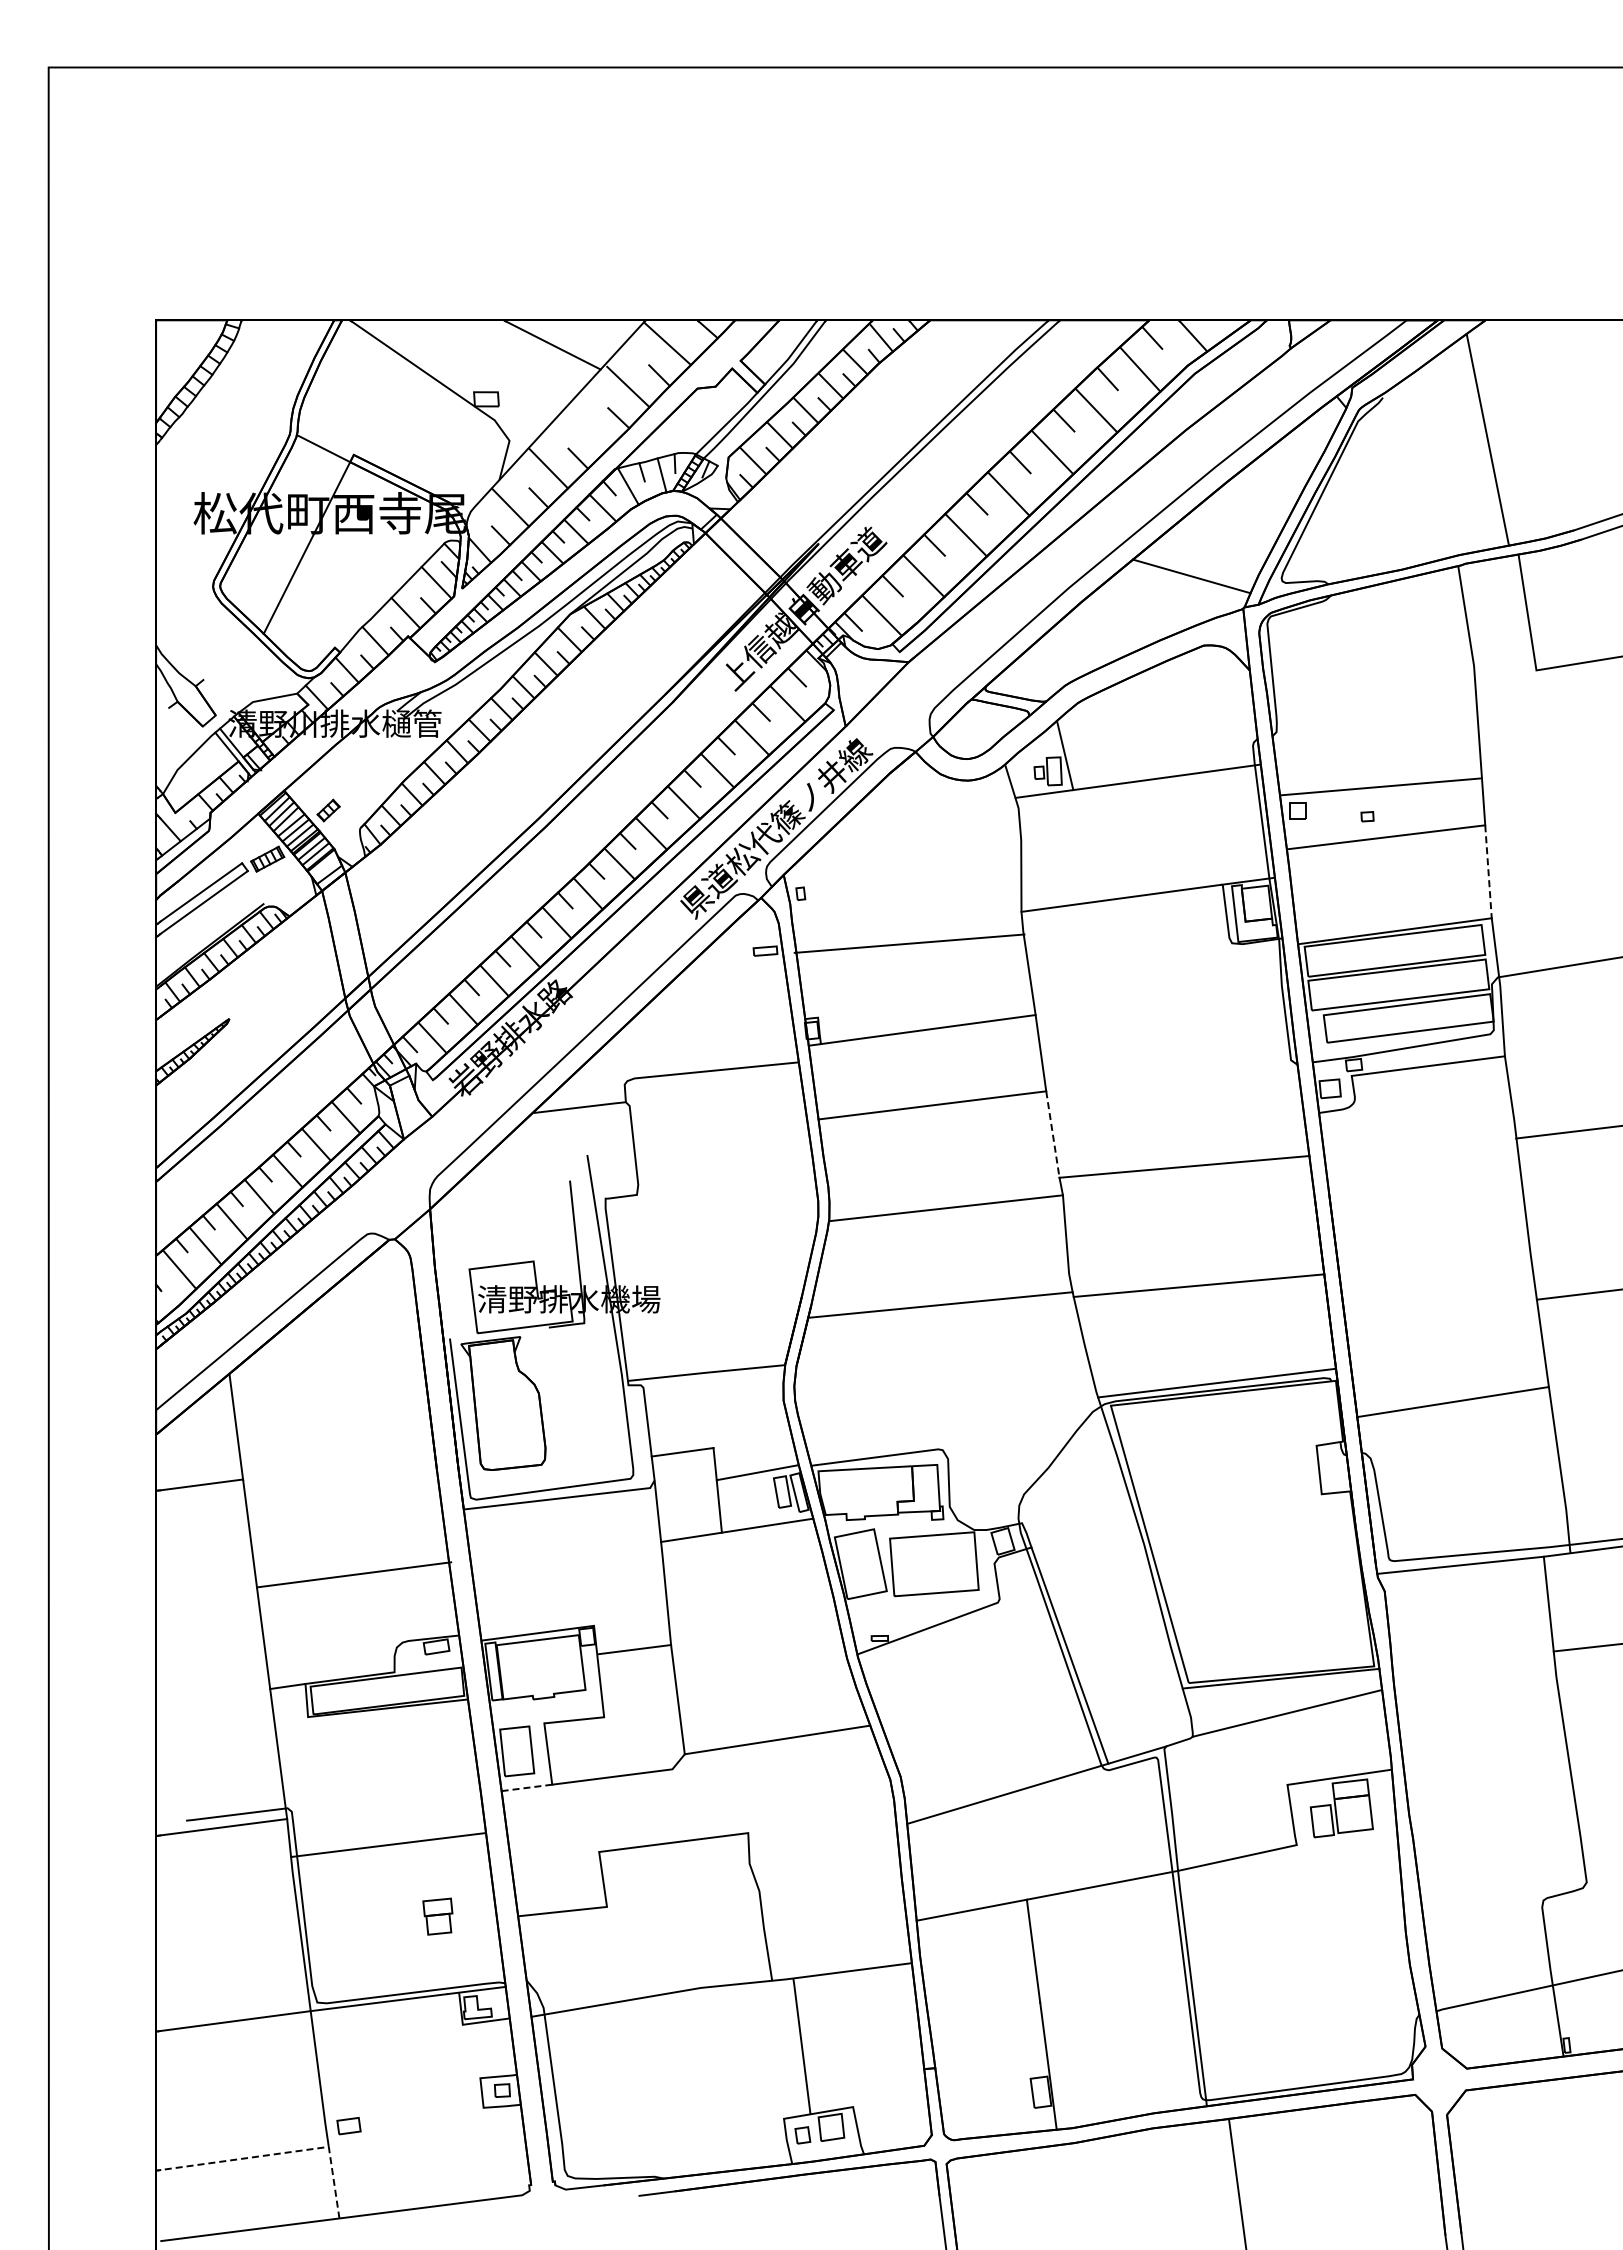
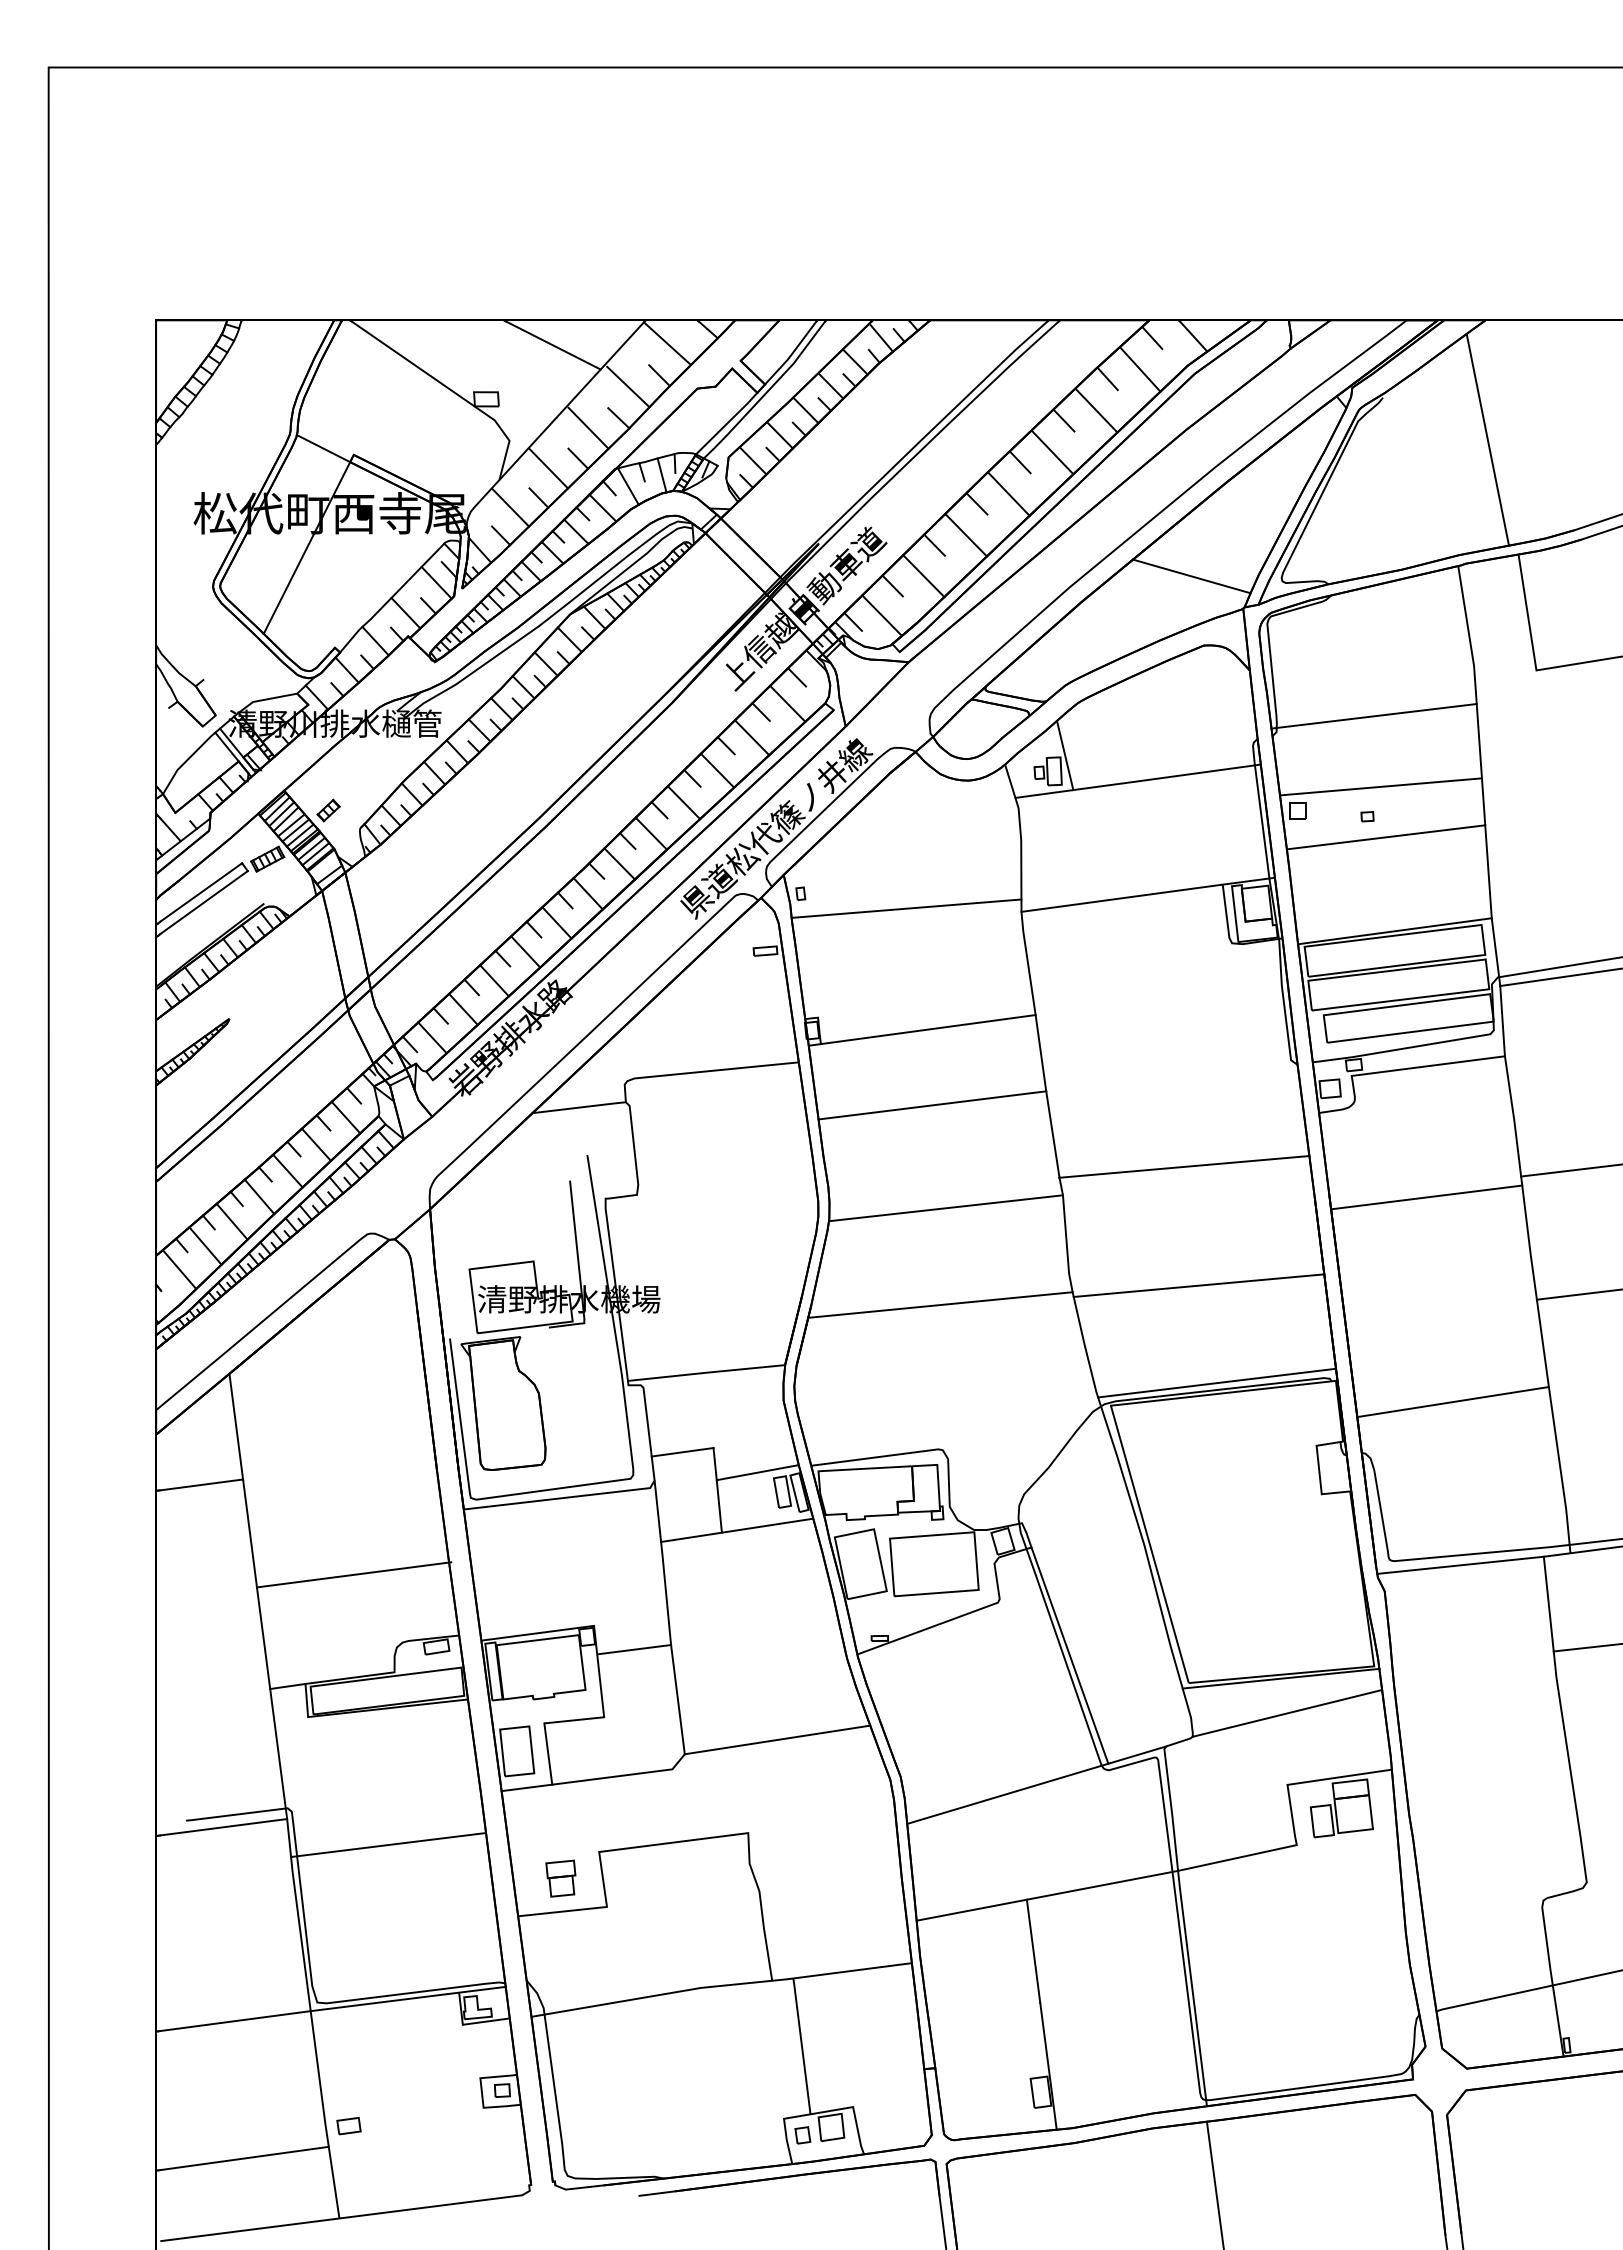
line at (588, 427): none -> present
line at (1373, 716): none -> present
line at (1488, 871): dashed -> solid
line at (909, 943) position: (909, 943) -> (906, 908)
line at (1559, 977): none -> present
line at (1567, 1132) position: (1567, 1132) -> (1570, 1170)
line at (1052, 1134): dashed -> solid
line at (1426, 1197): none -> present
line at (526, 1787): dashed -> solid
part at (437, 1916) position: (437, 1916) -> (560, 1878)
line at (280, 2153): dashed -> solid
line at (1236, 2182) position: (1236, 2182) -> (1214, 2183)
